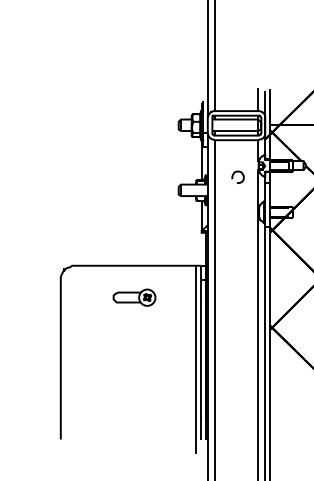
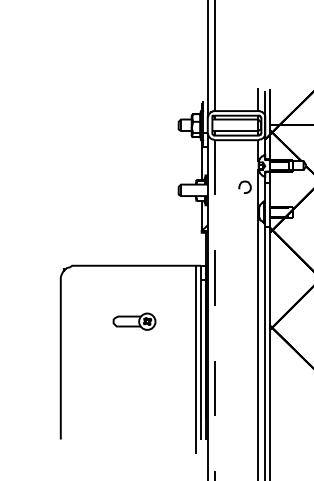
curve at (234, 174) position: (234, 174) -> (241, 184)
part at (134, 297) position: (134, 297) -> (134, 321)
line at (214, 310): solid -> dashed
